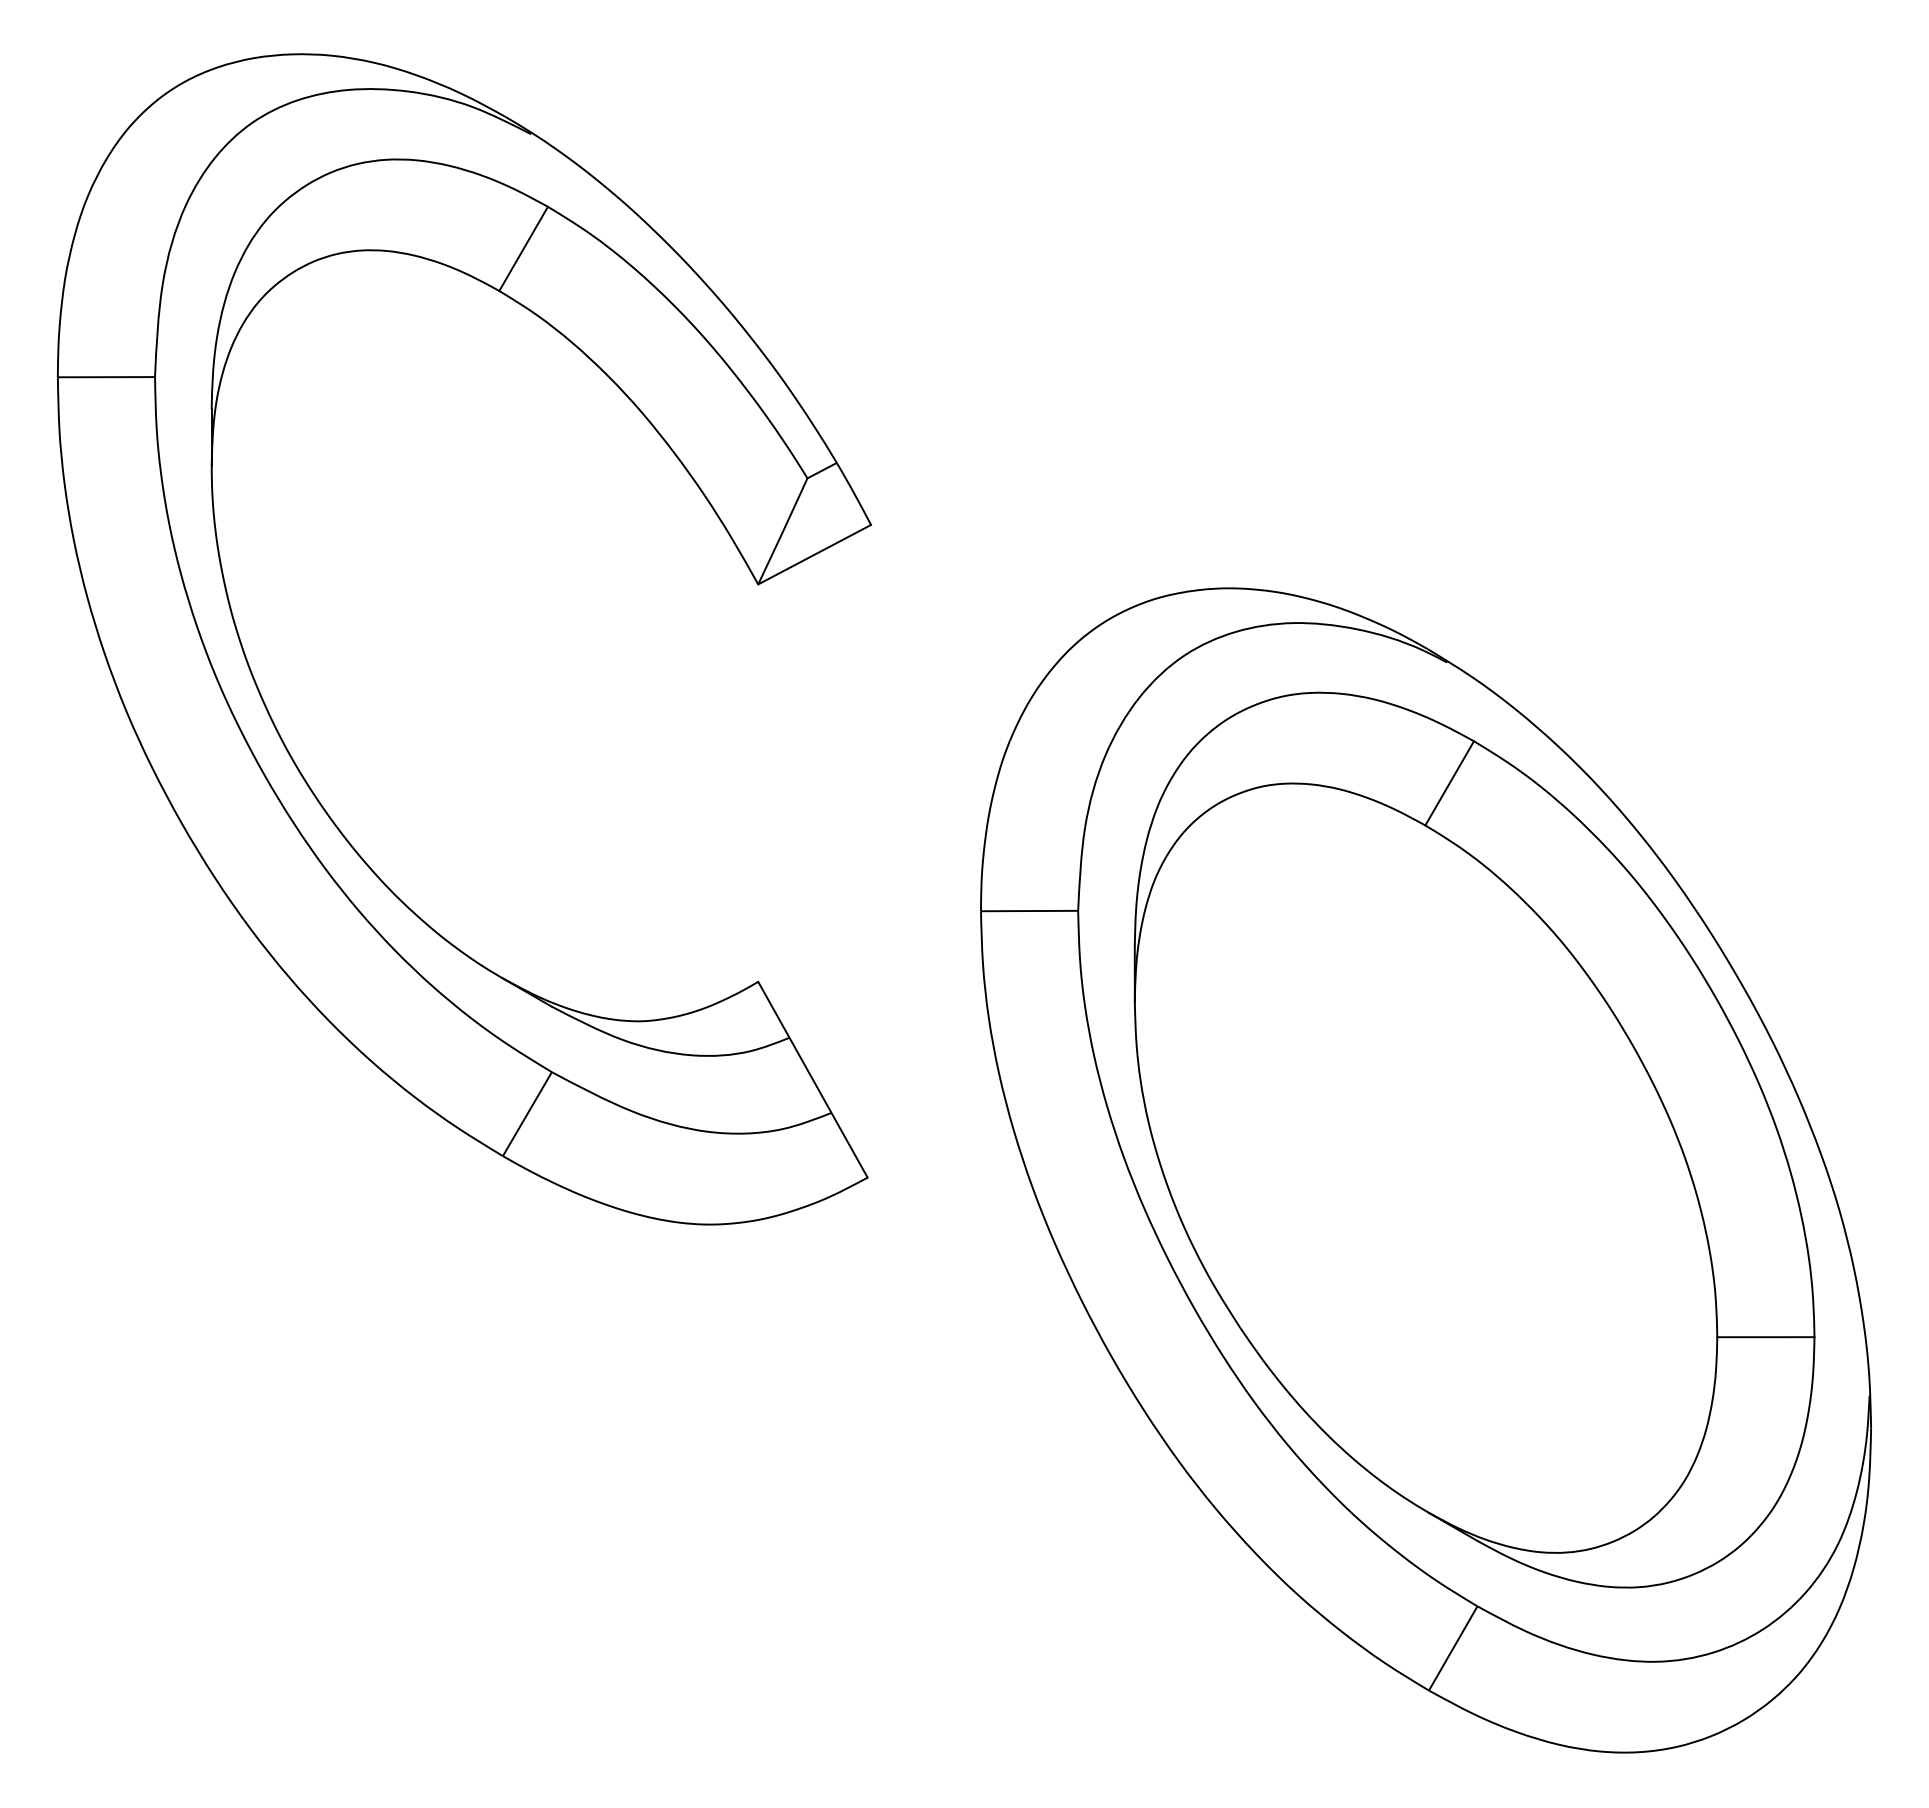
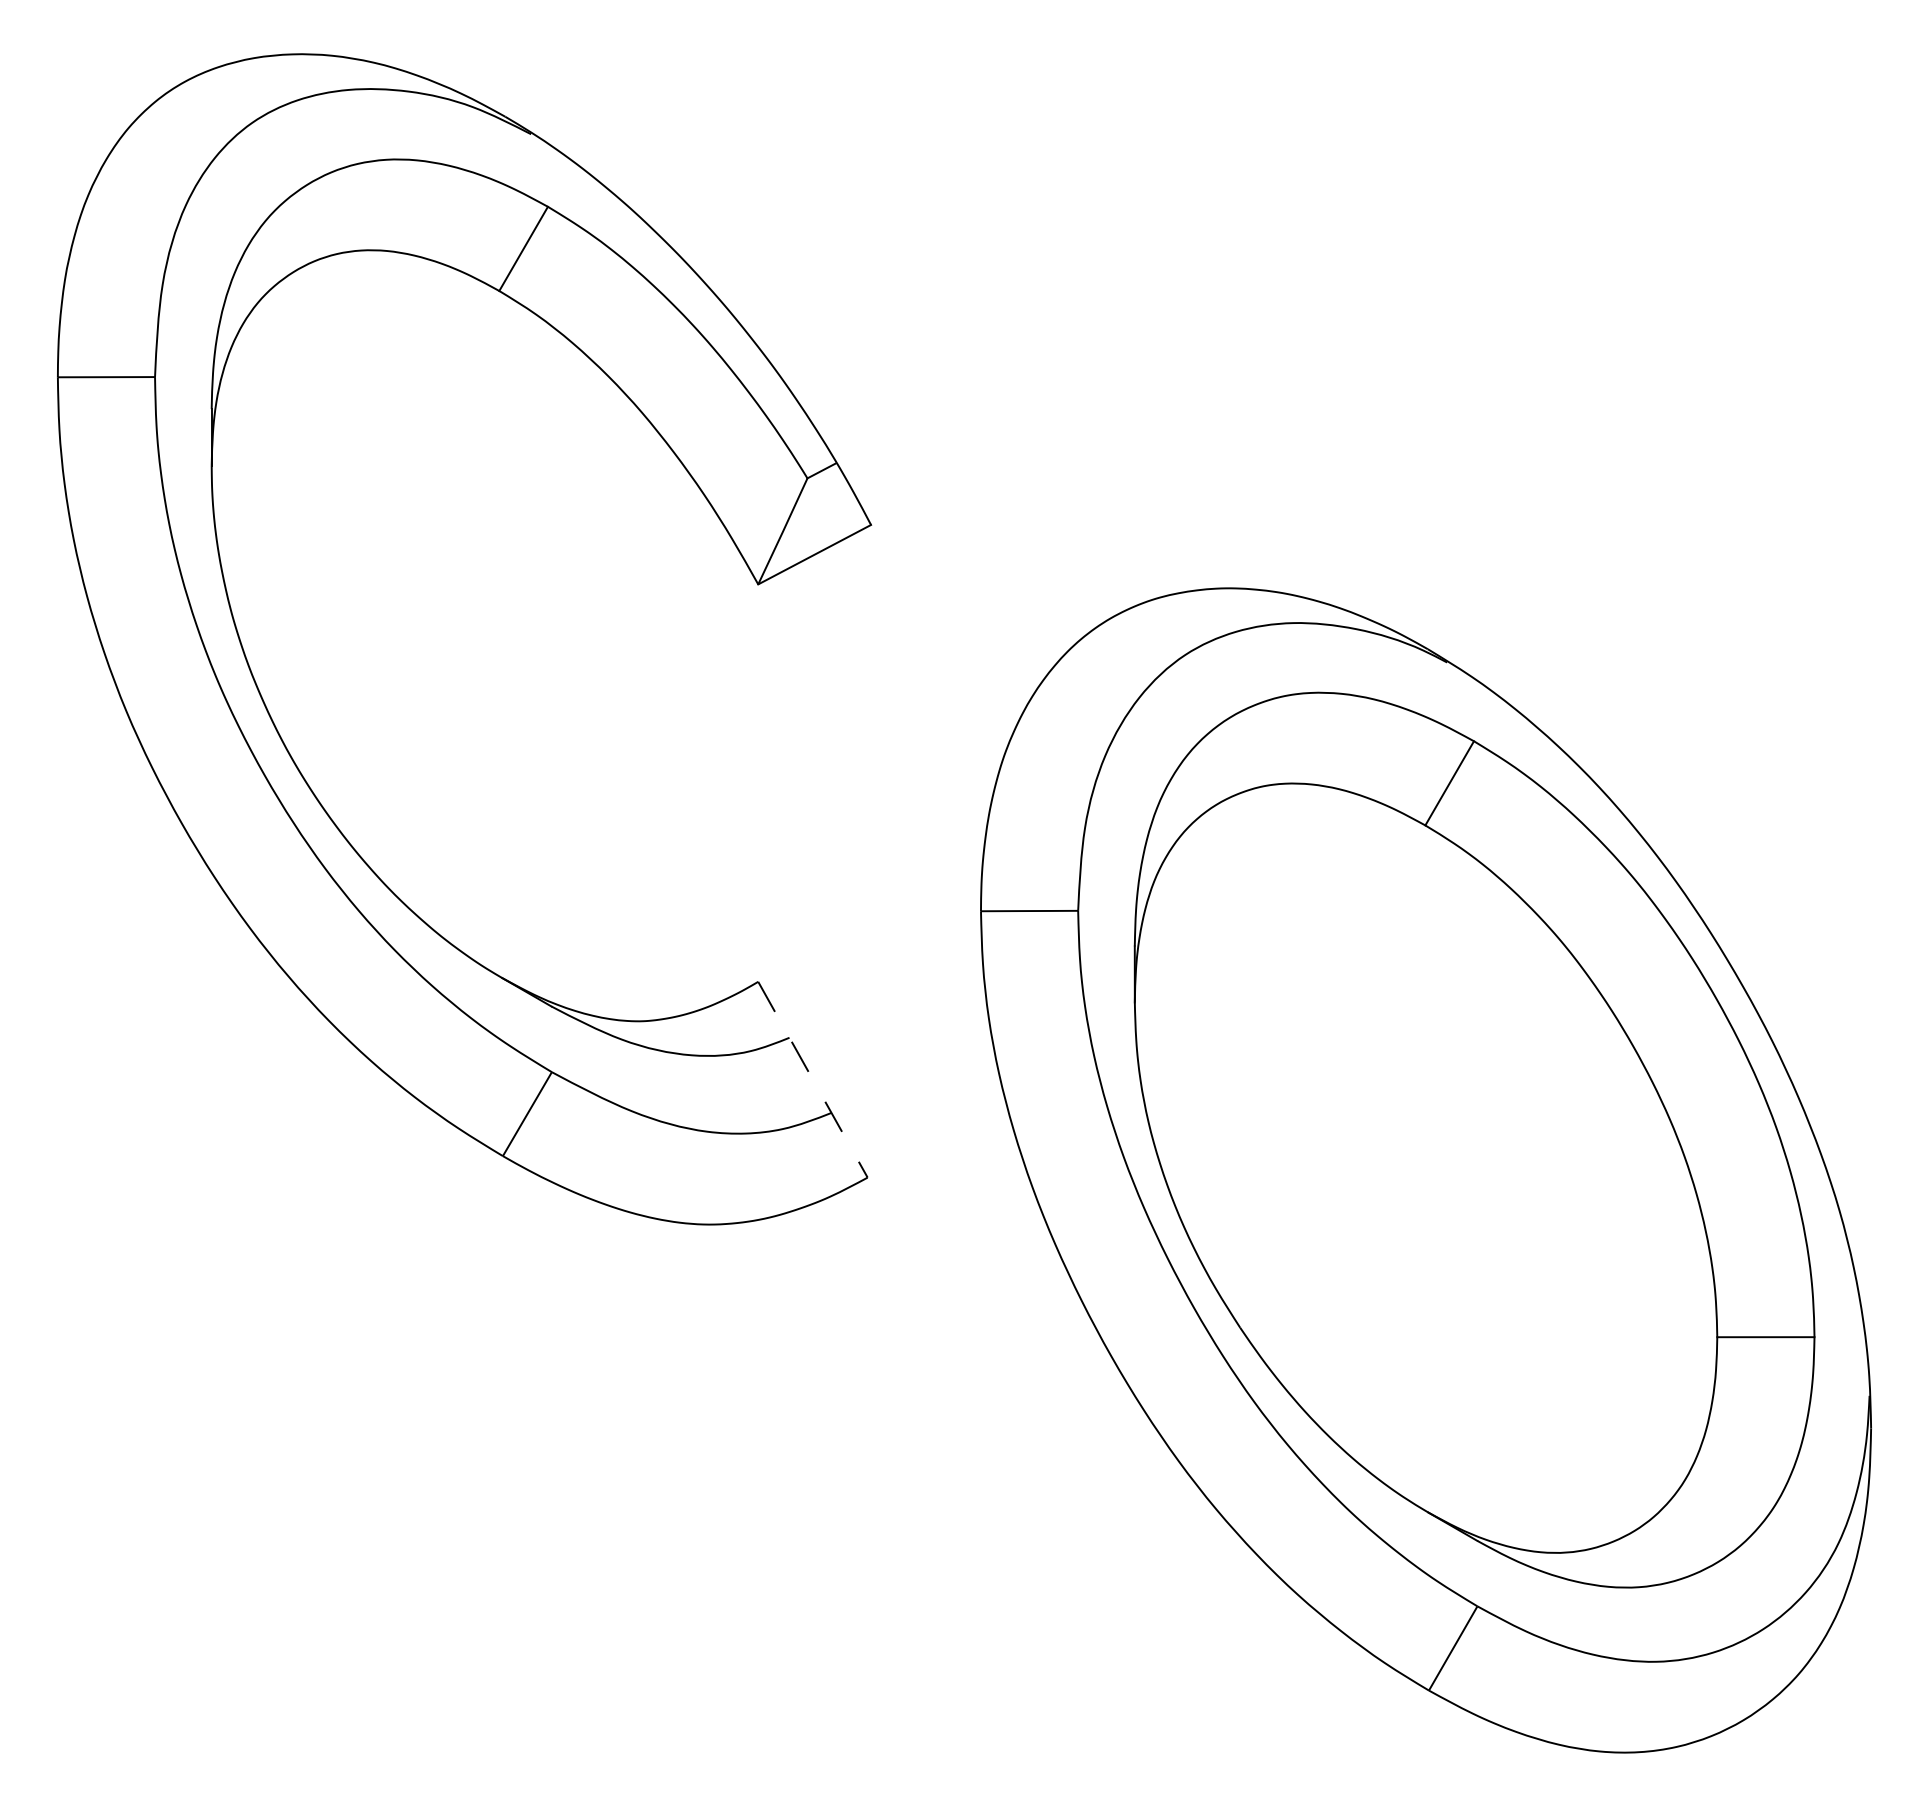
line at (813, 1080): solid -> dashed
